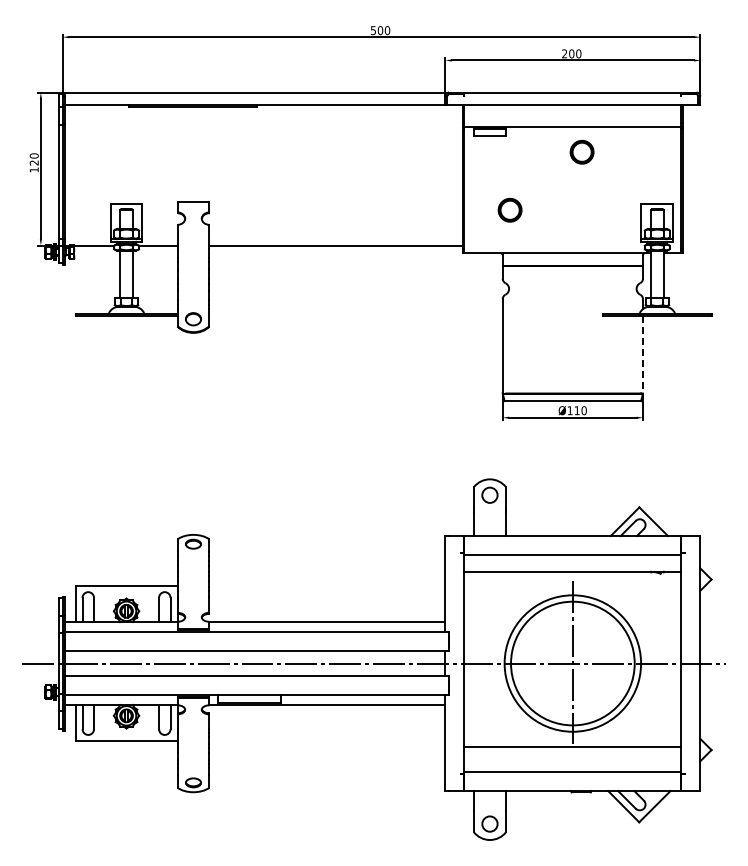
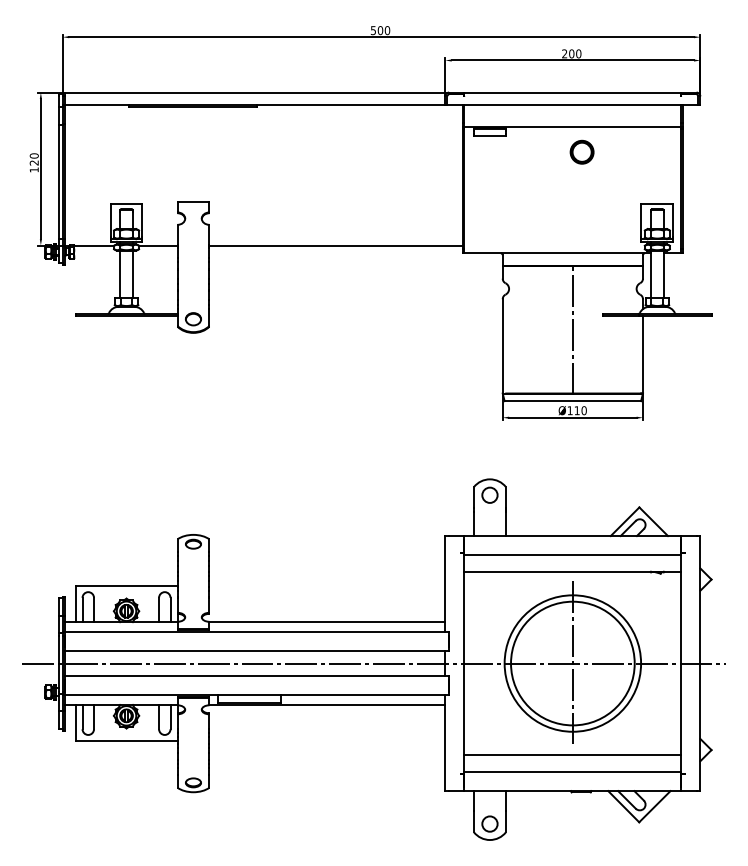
part at (509, 209): present -> none
line at (572, 329): none -> present
line at (643, 354): dashed -> solid
line at (572, 747) position: (572, 747) -> (572, 755)
